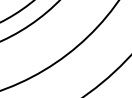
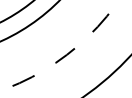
arc at (67, 54): solid -> dashed
